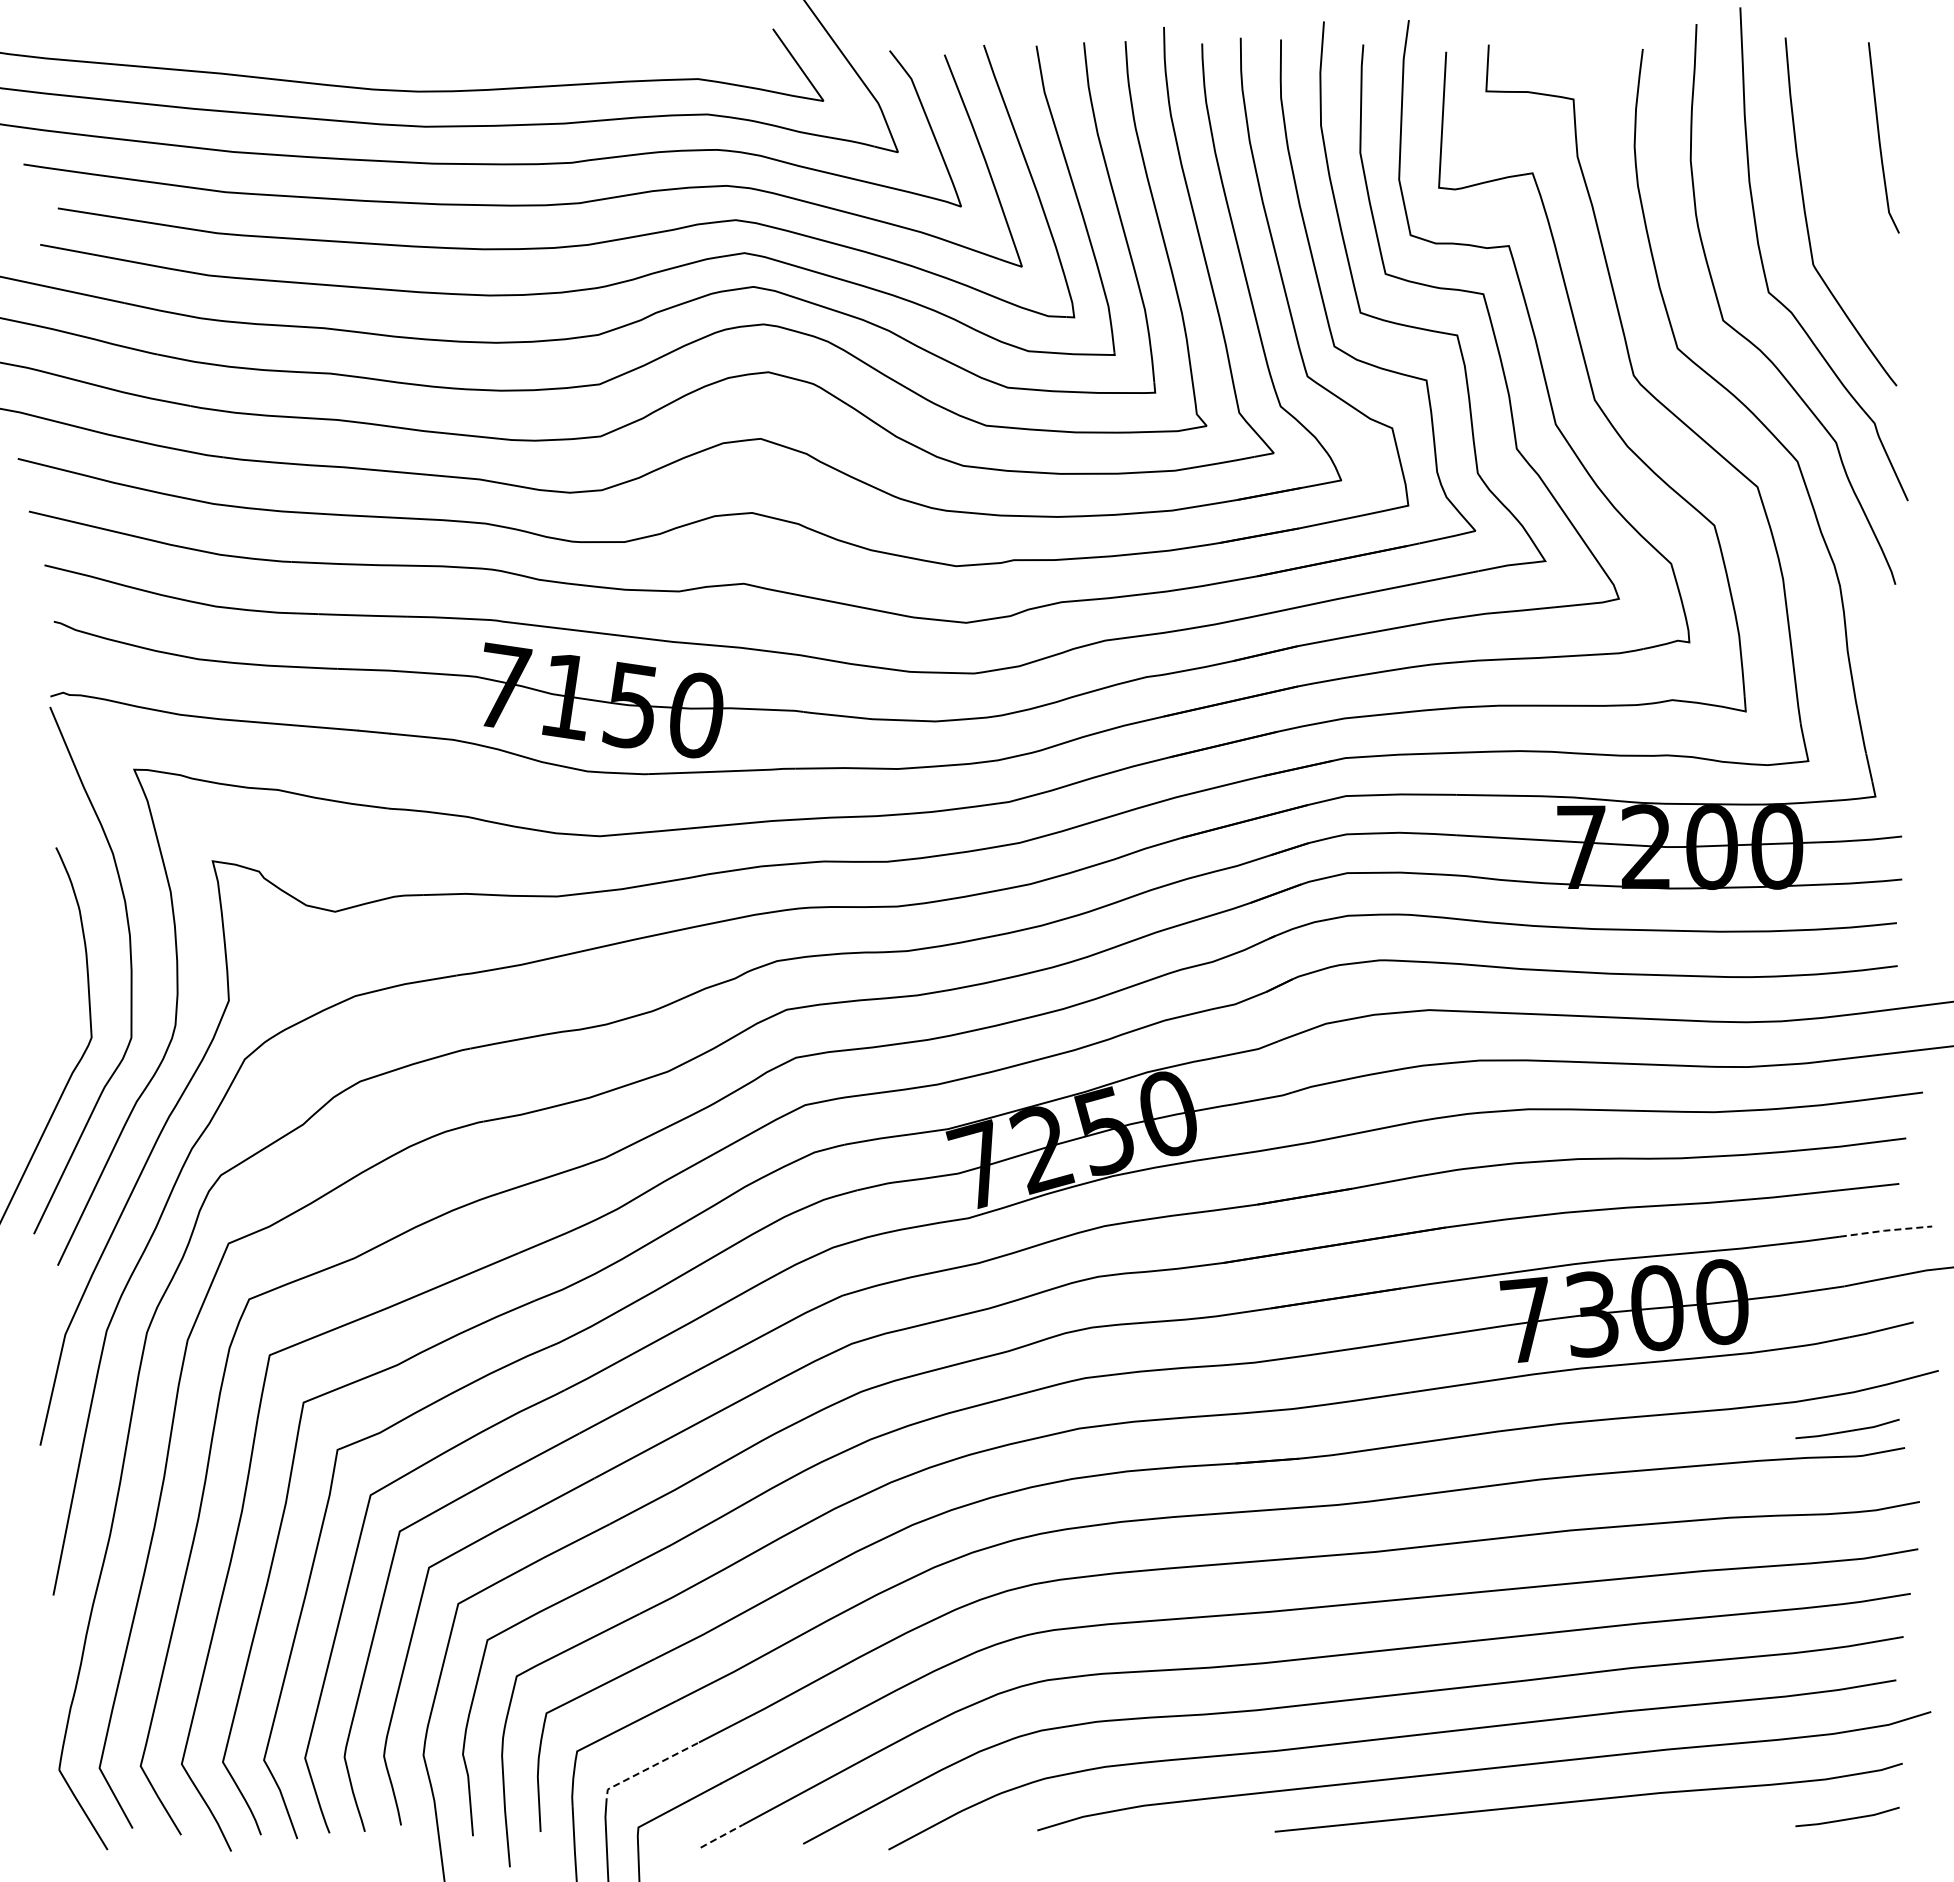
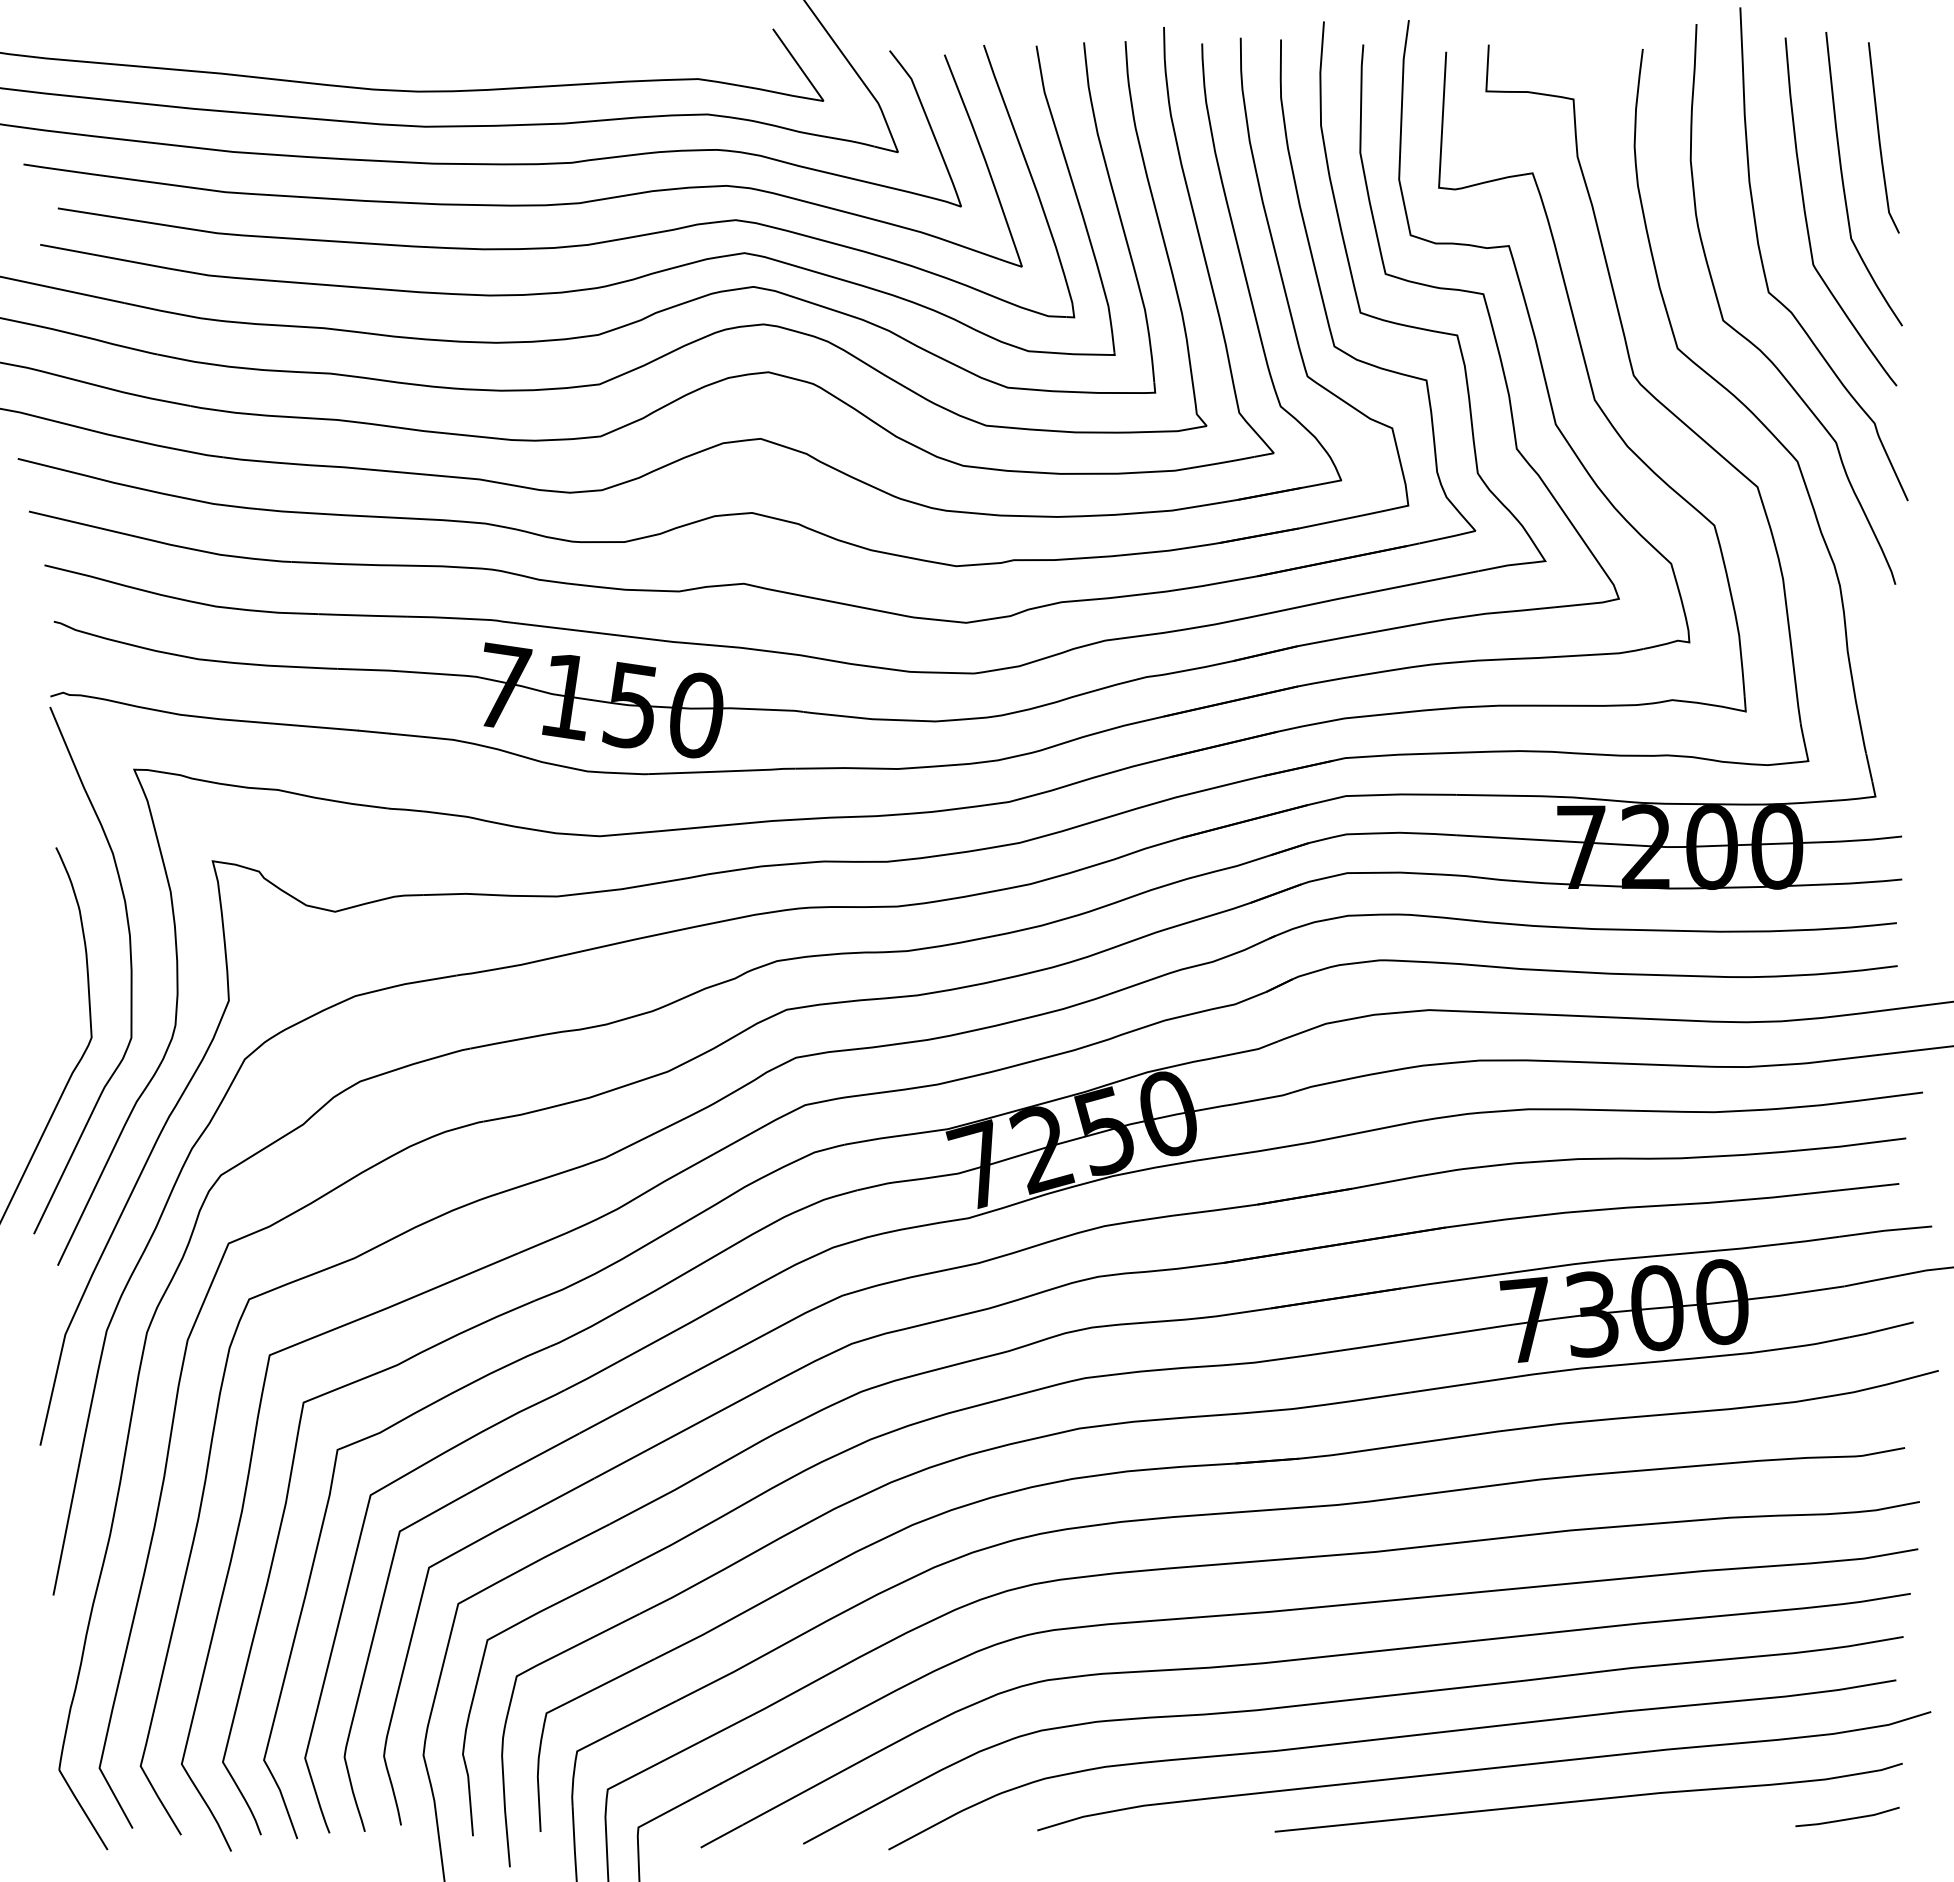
curve at (1844, 184): none -> present
line at (1886, 1230): dashed -> solid
curve at (1847, 1430): present -> none
line at (644, 1770): dashed -> solid
line at (721, 1836): dashed -> solid
